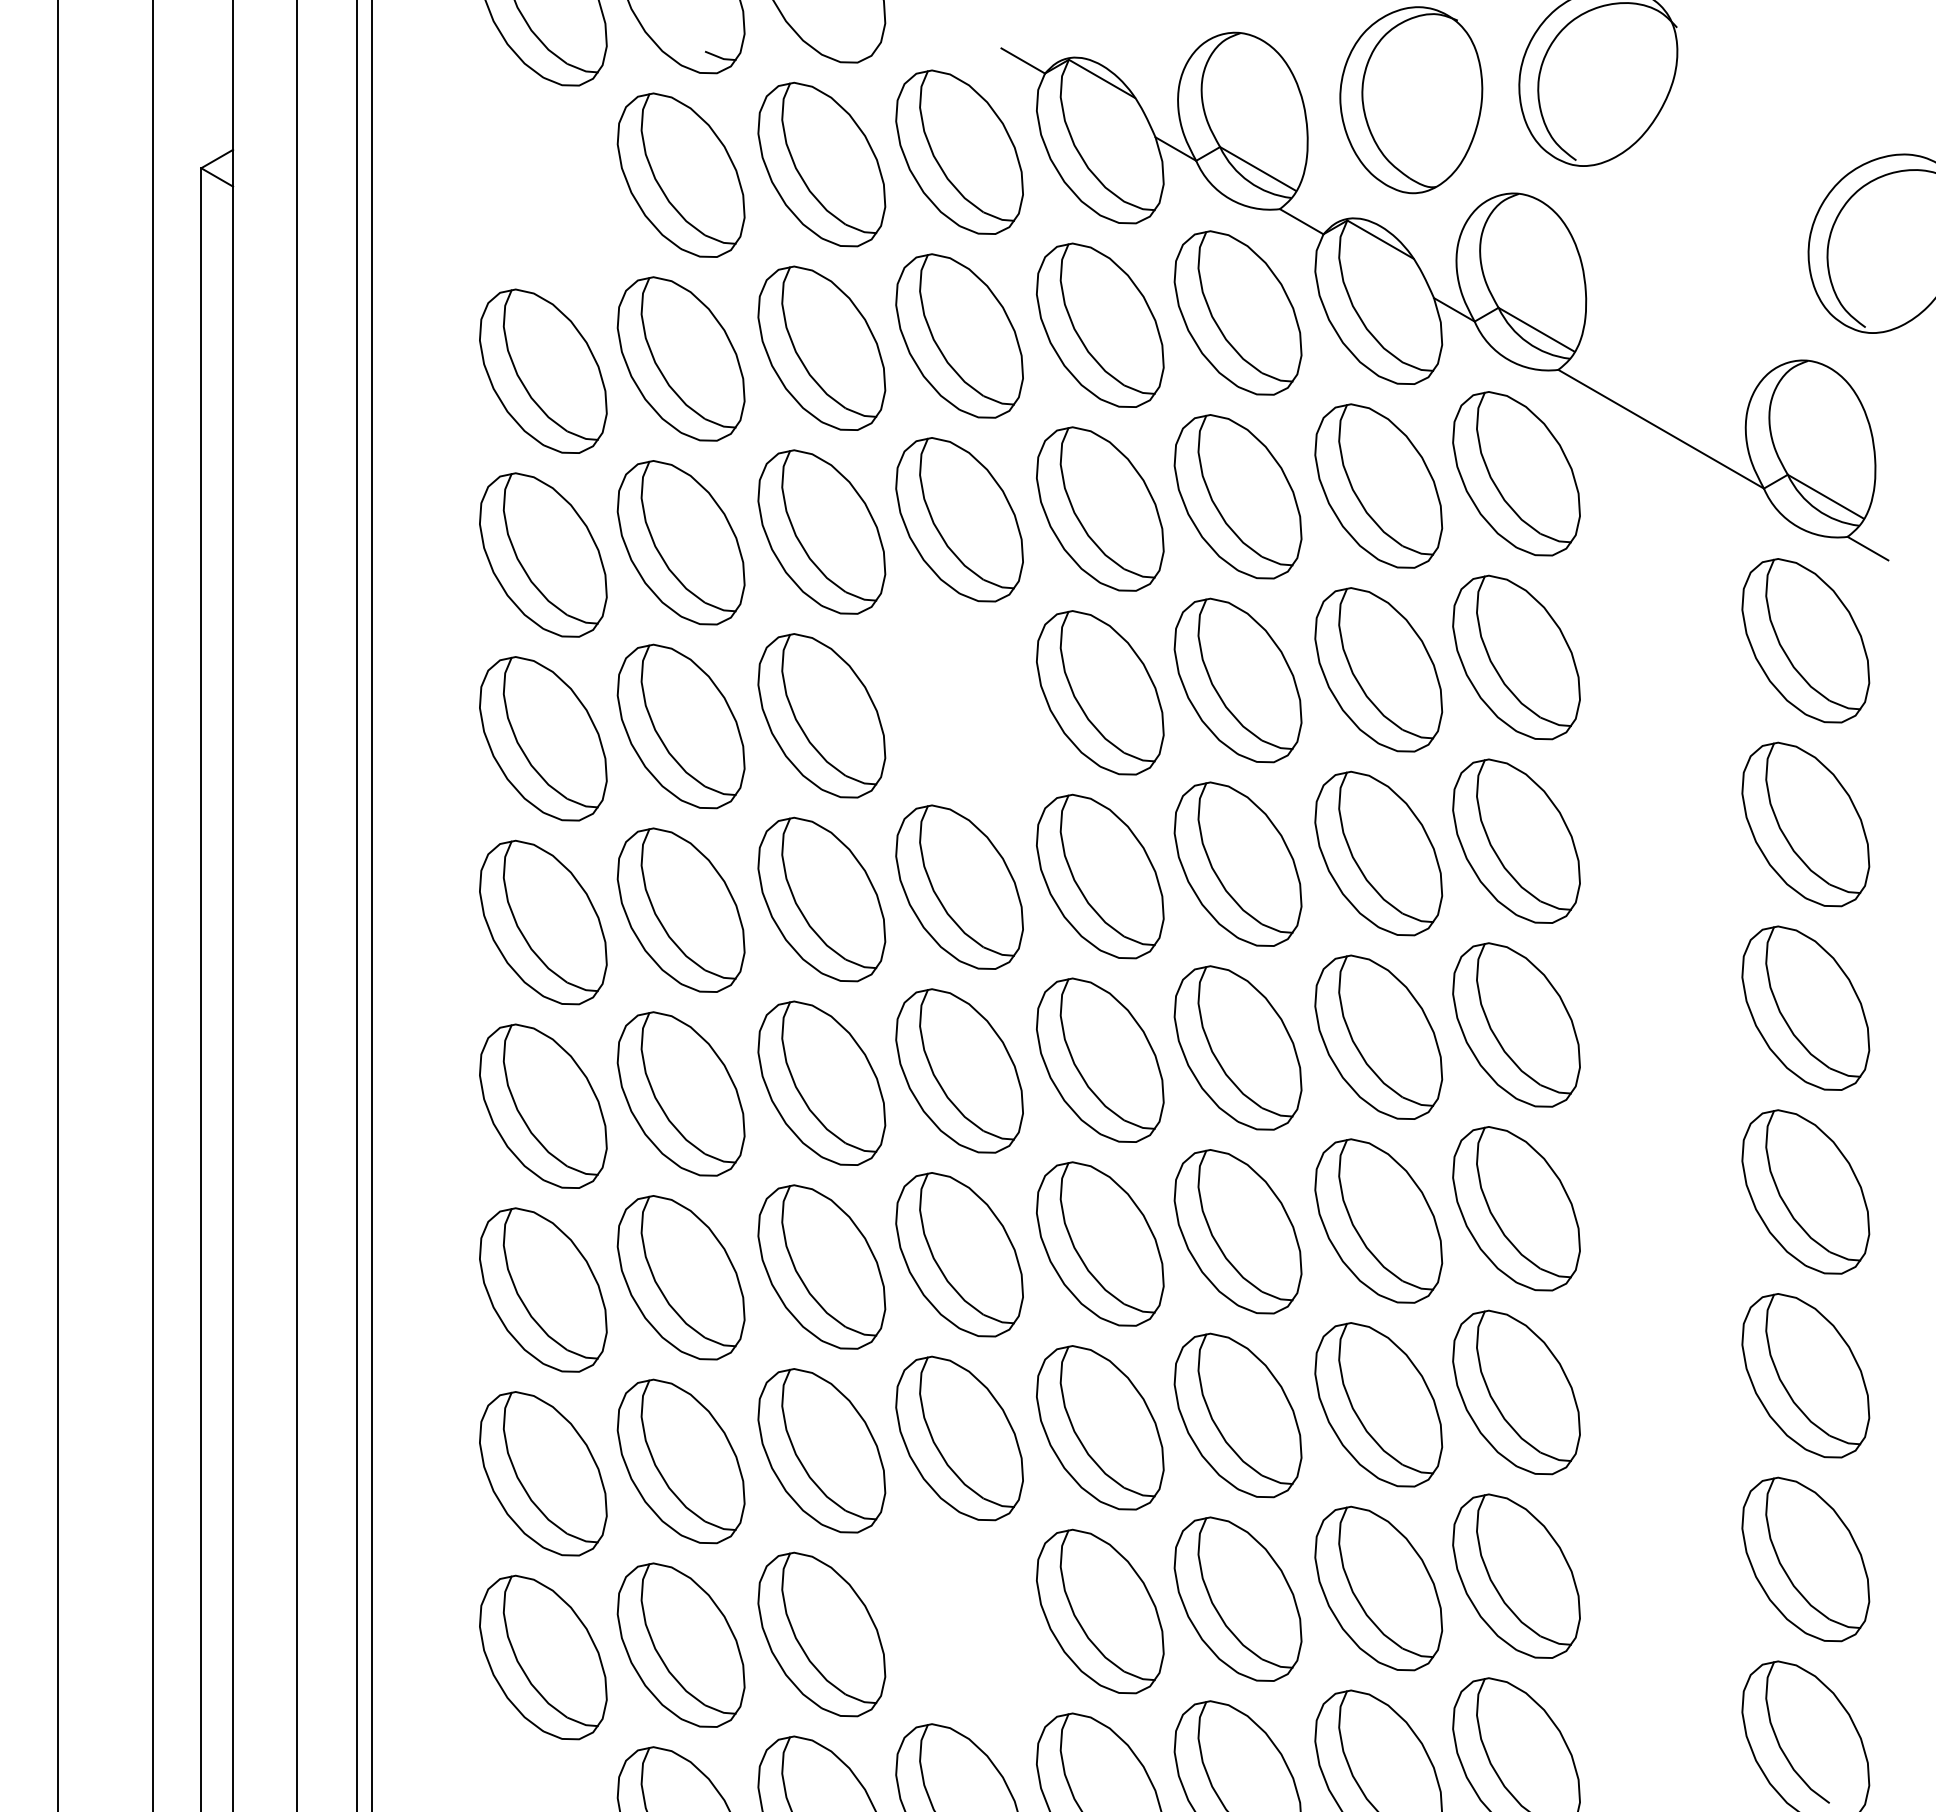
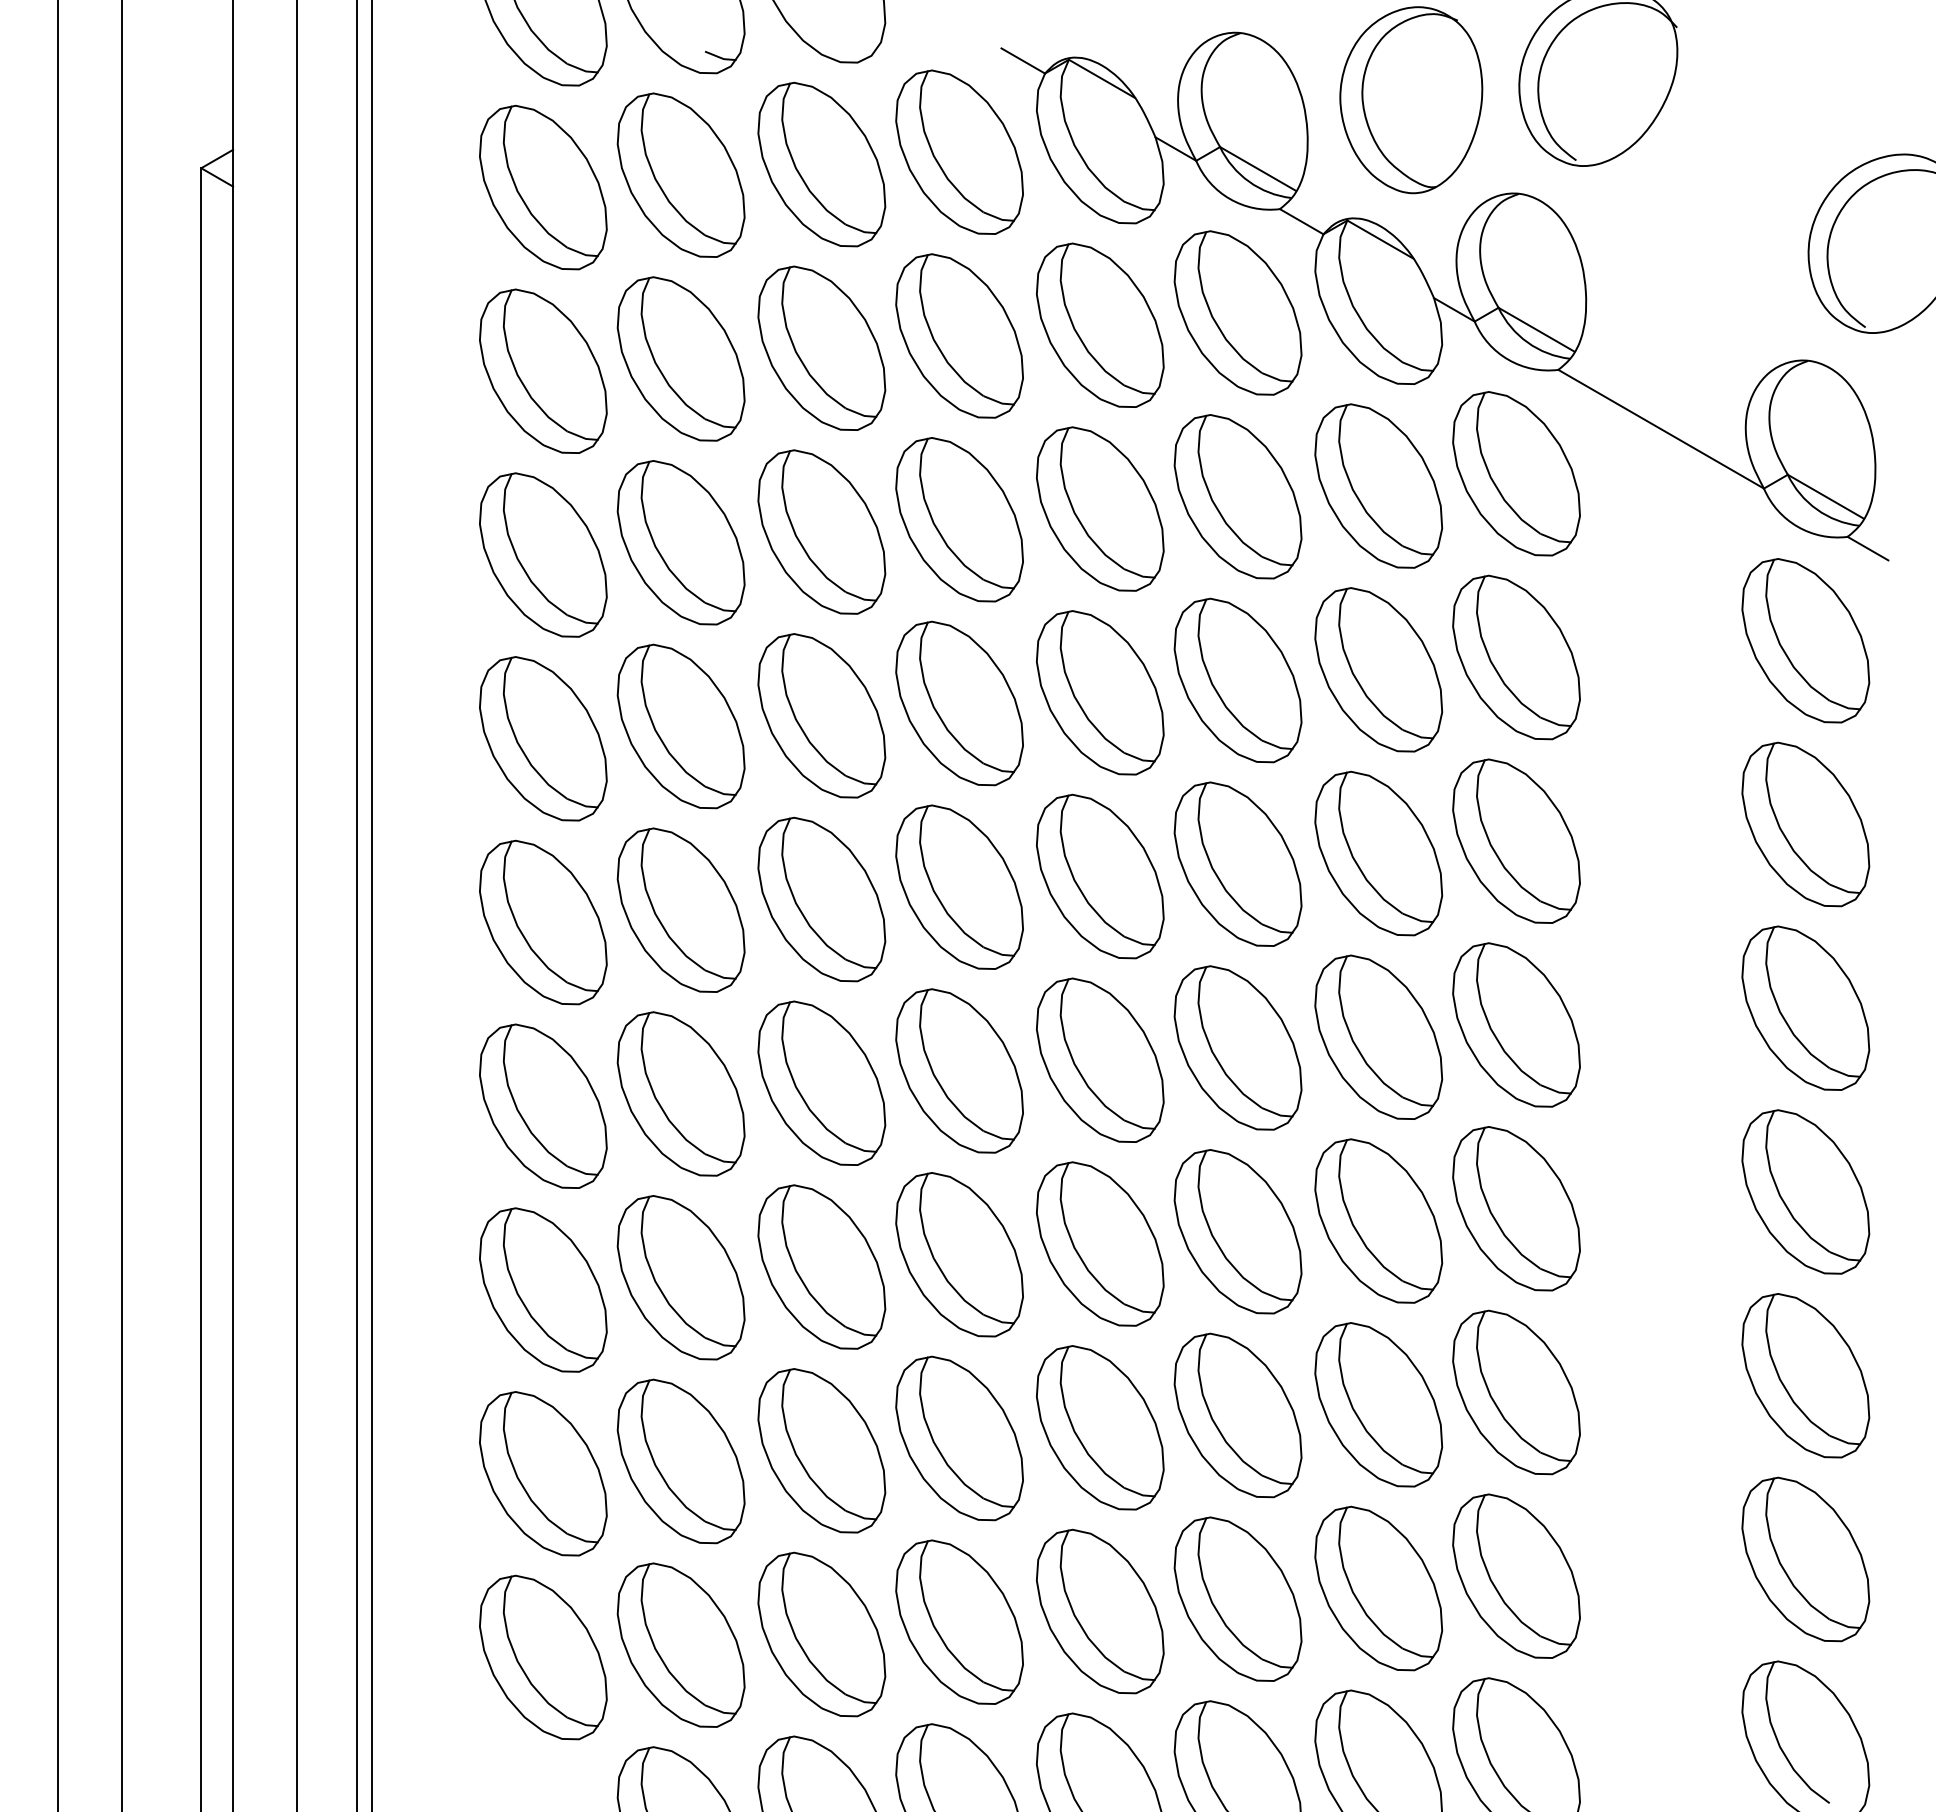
part at (543, 187): none -> present
part at (959, 703): none -> present
line at (152, 905) position: (152, 905) -> (121, 905)
part at (959, 1621): none -> present
